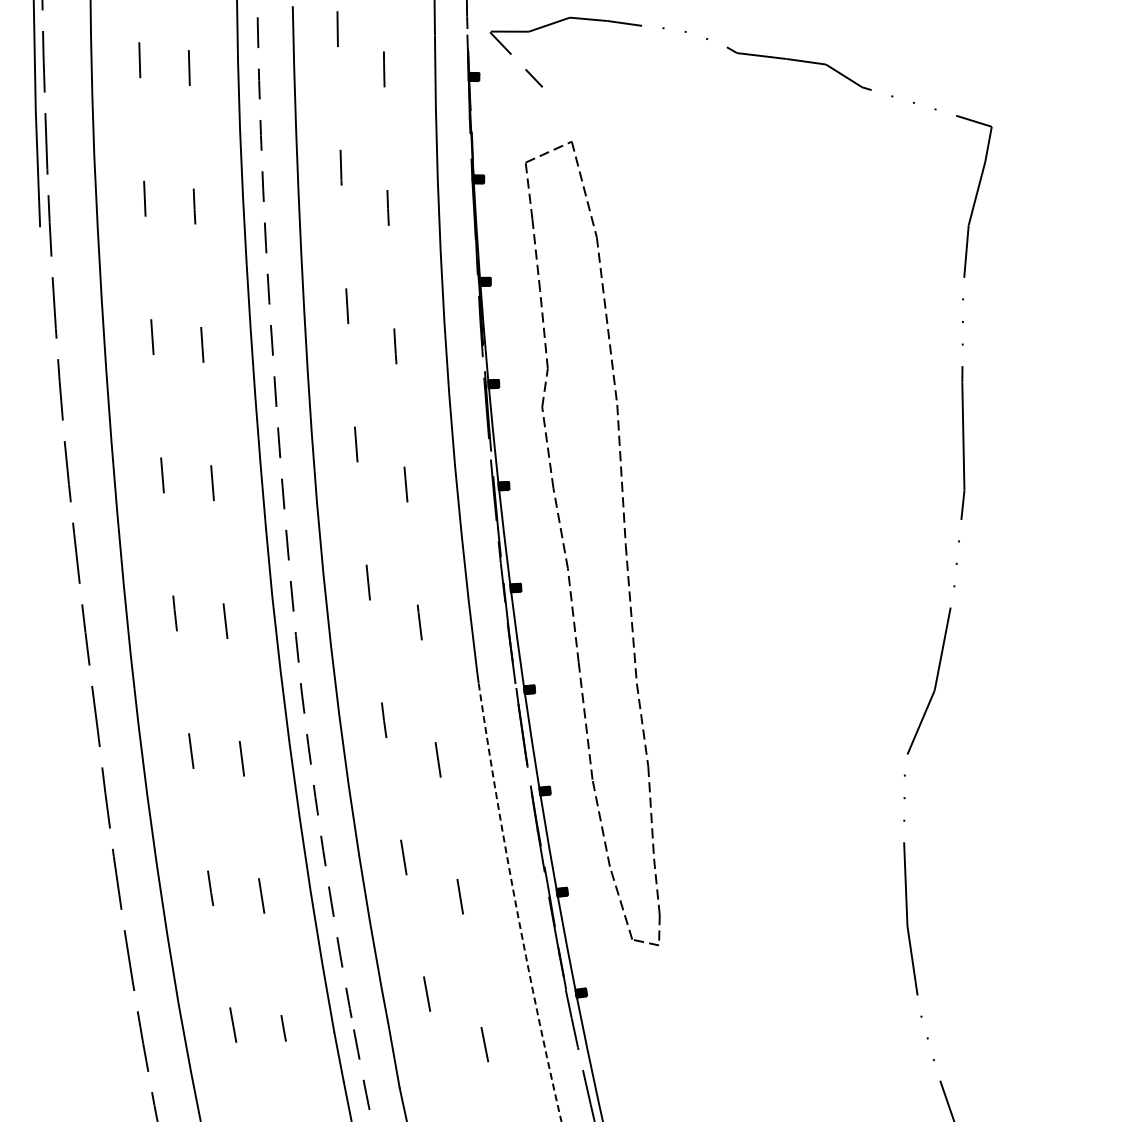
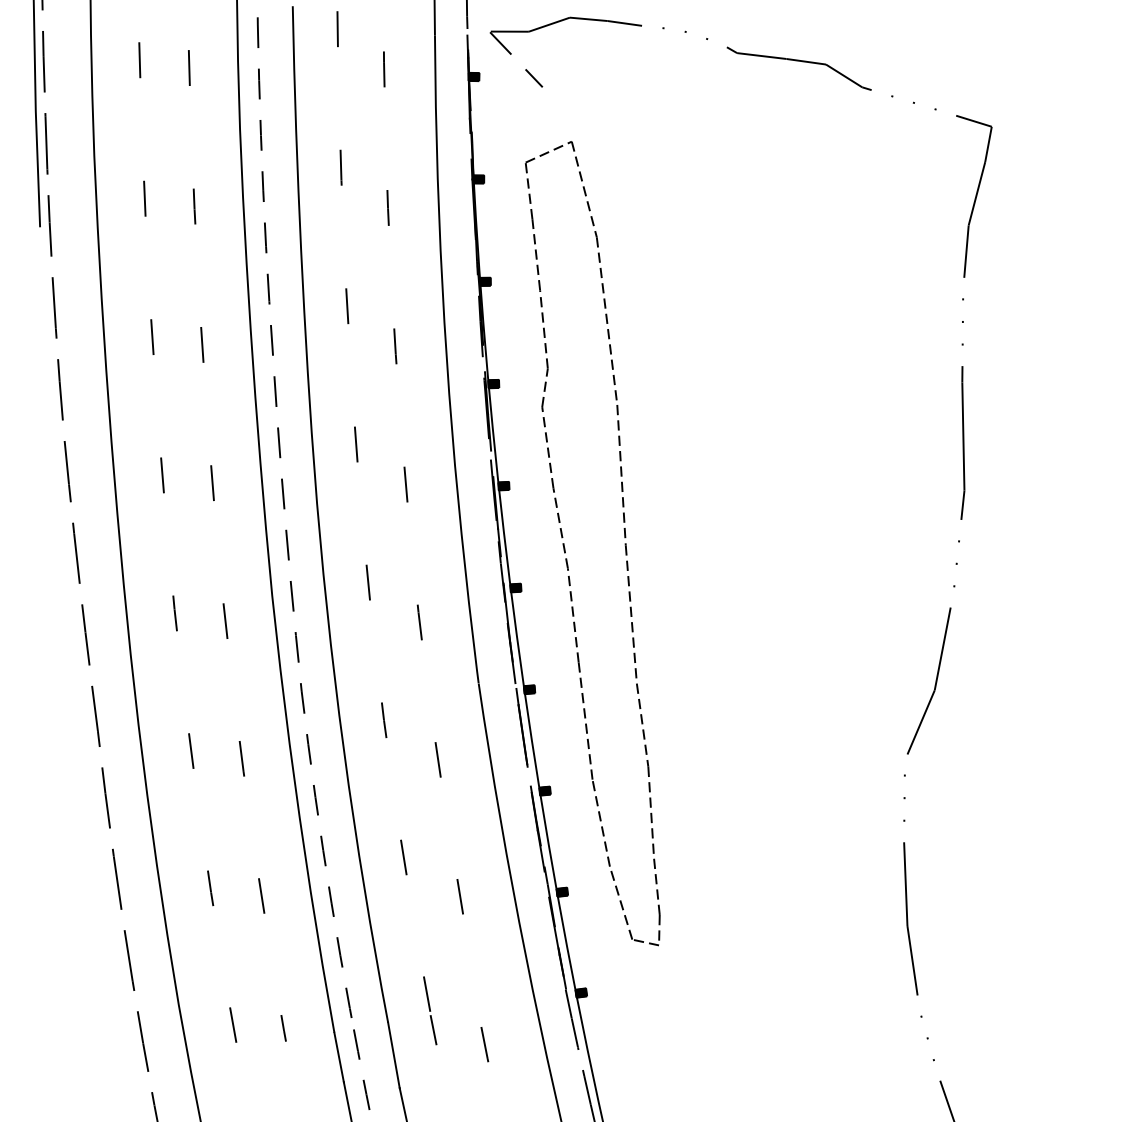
arc at (515, 903): dashed -> solid
line at (433, 1030): none -> present
